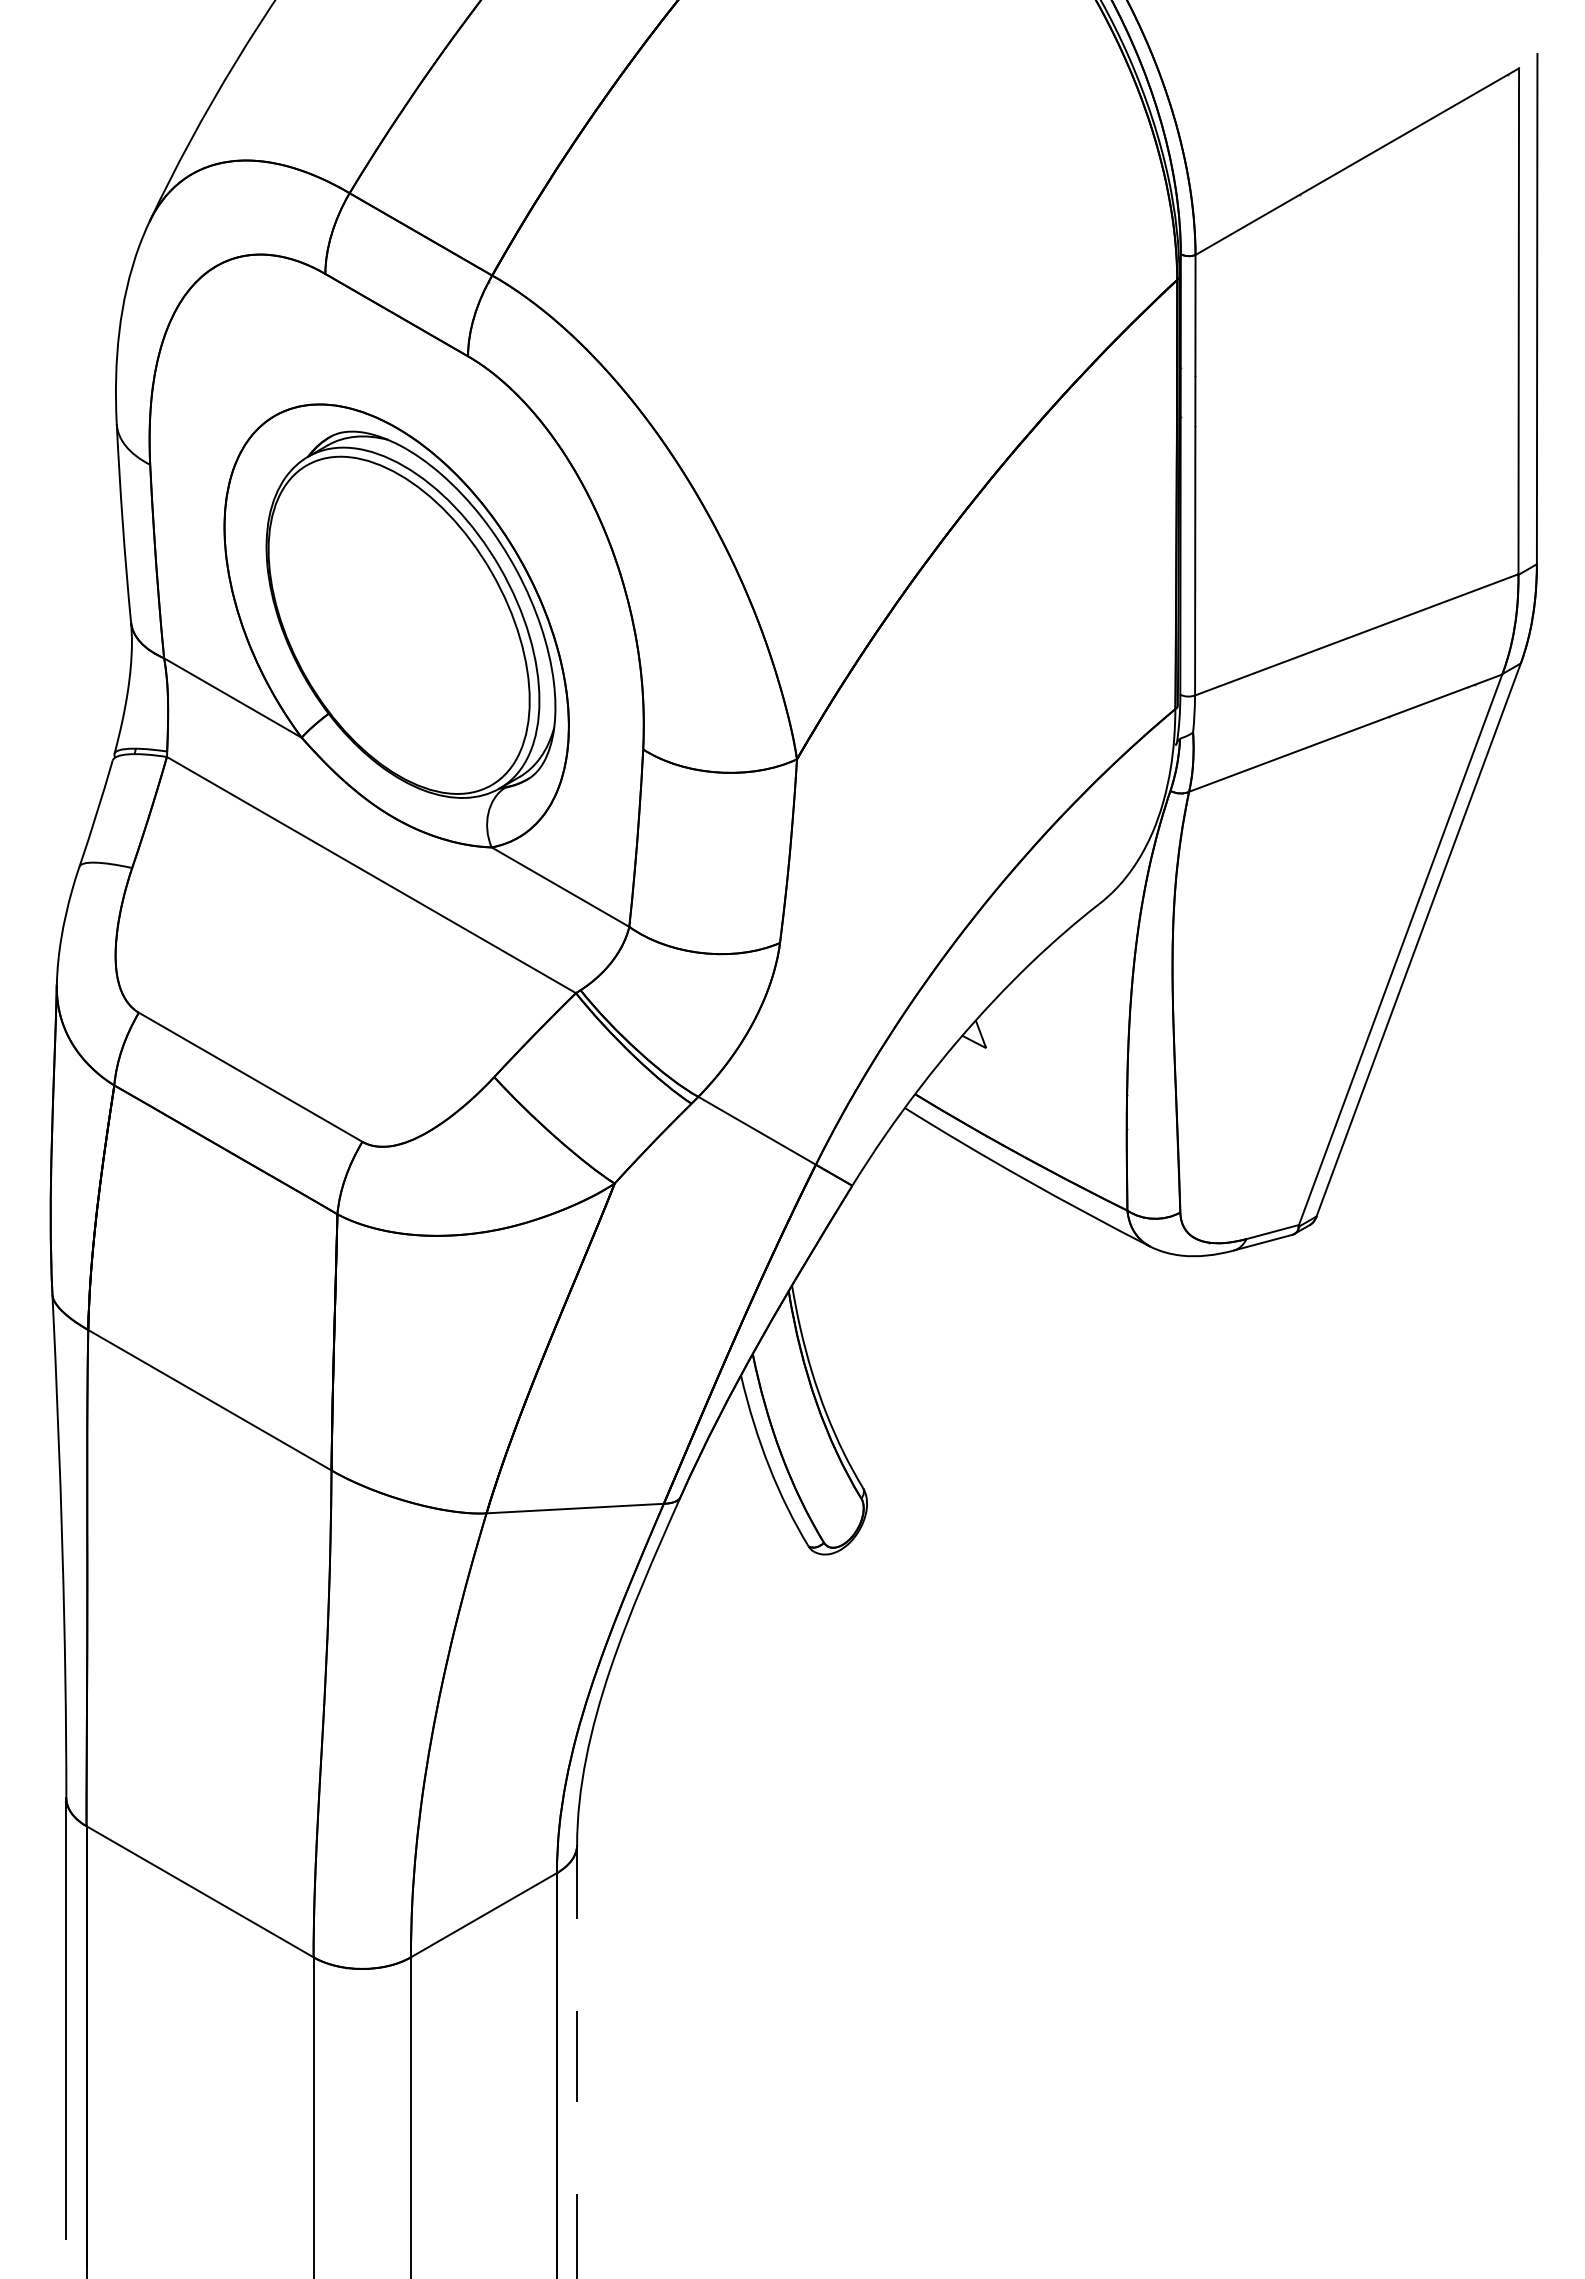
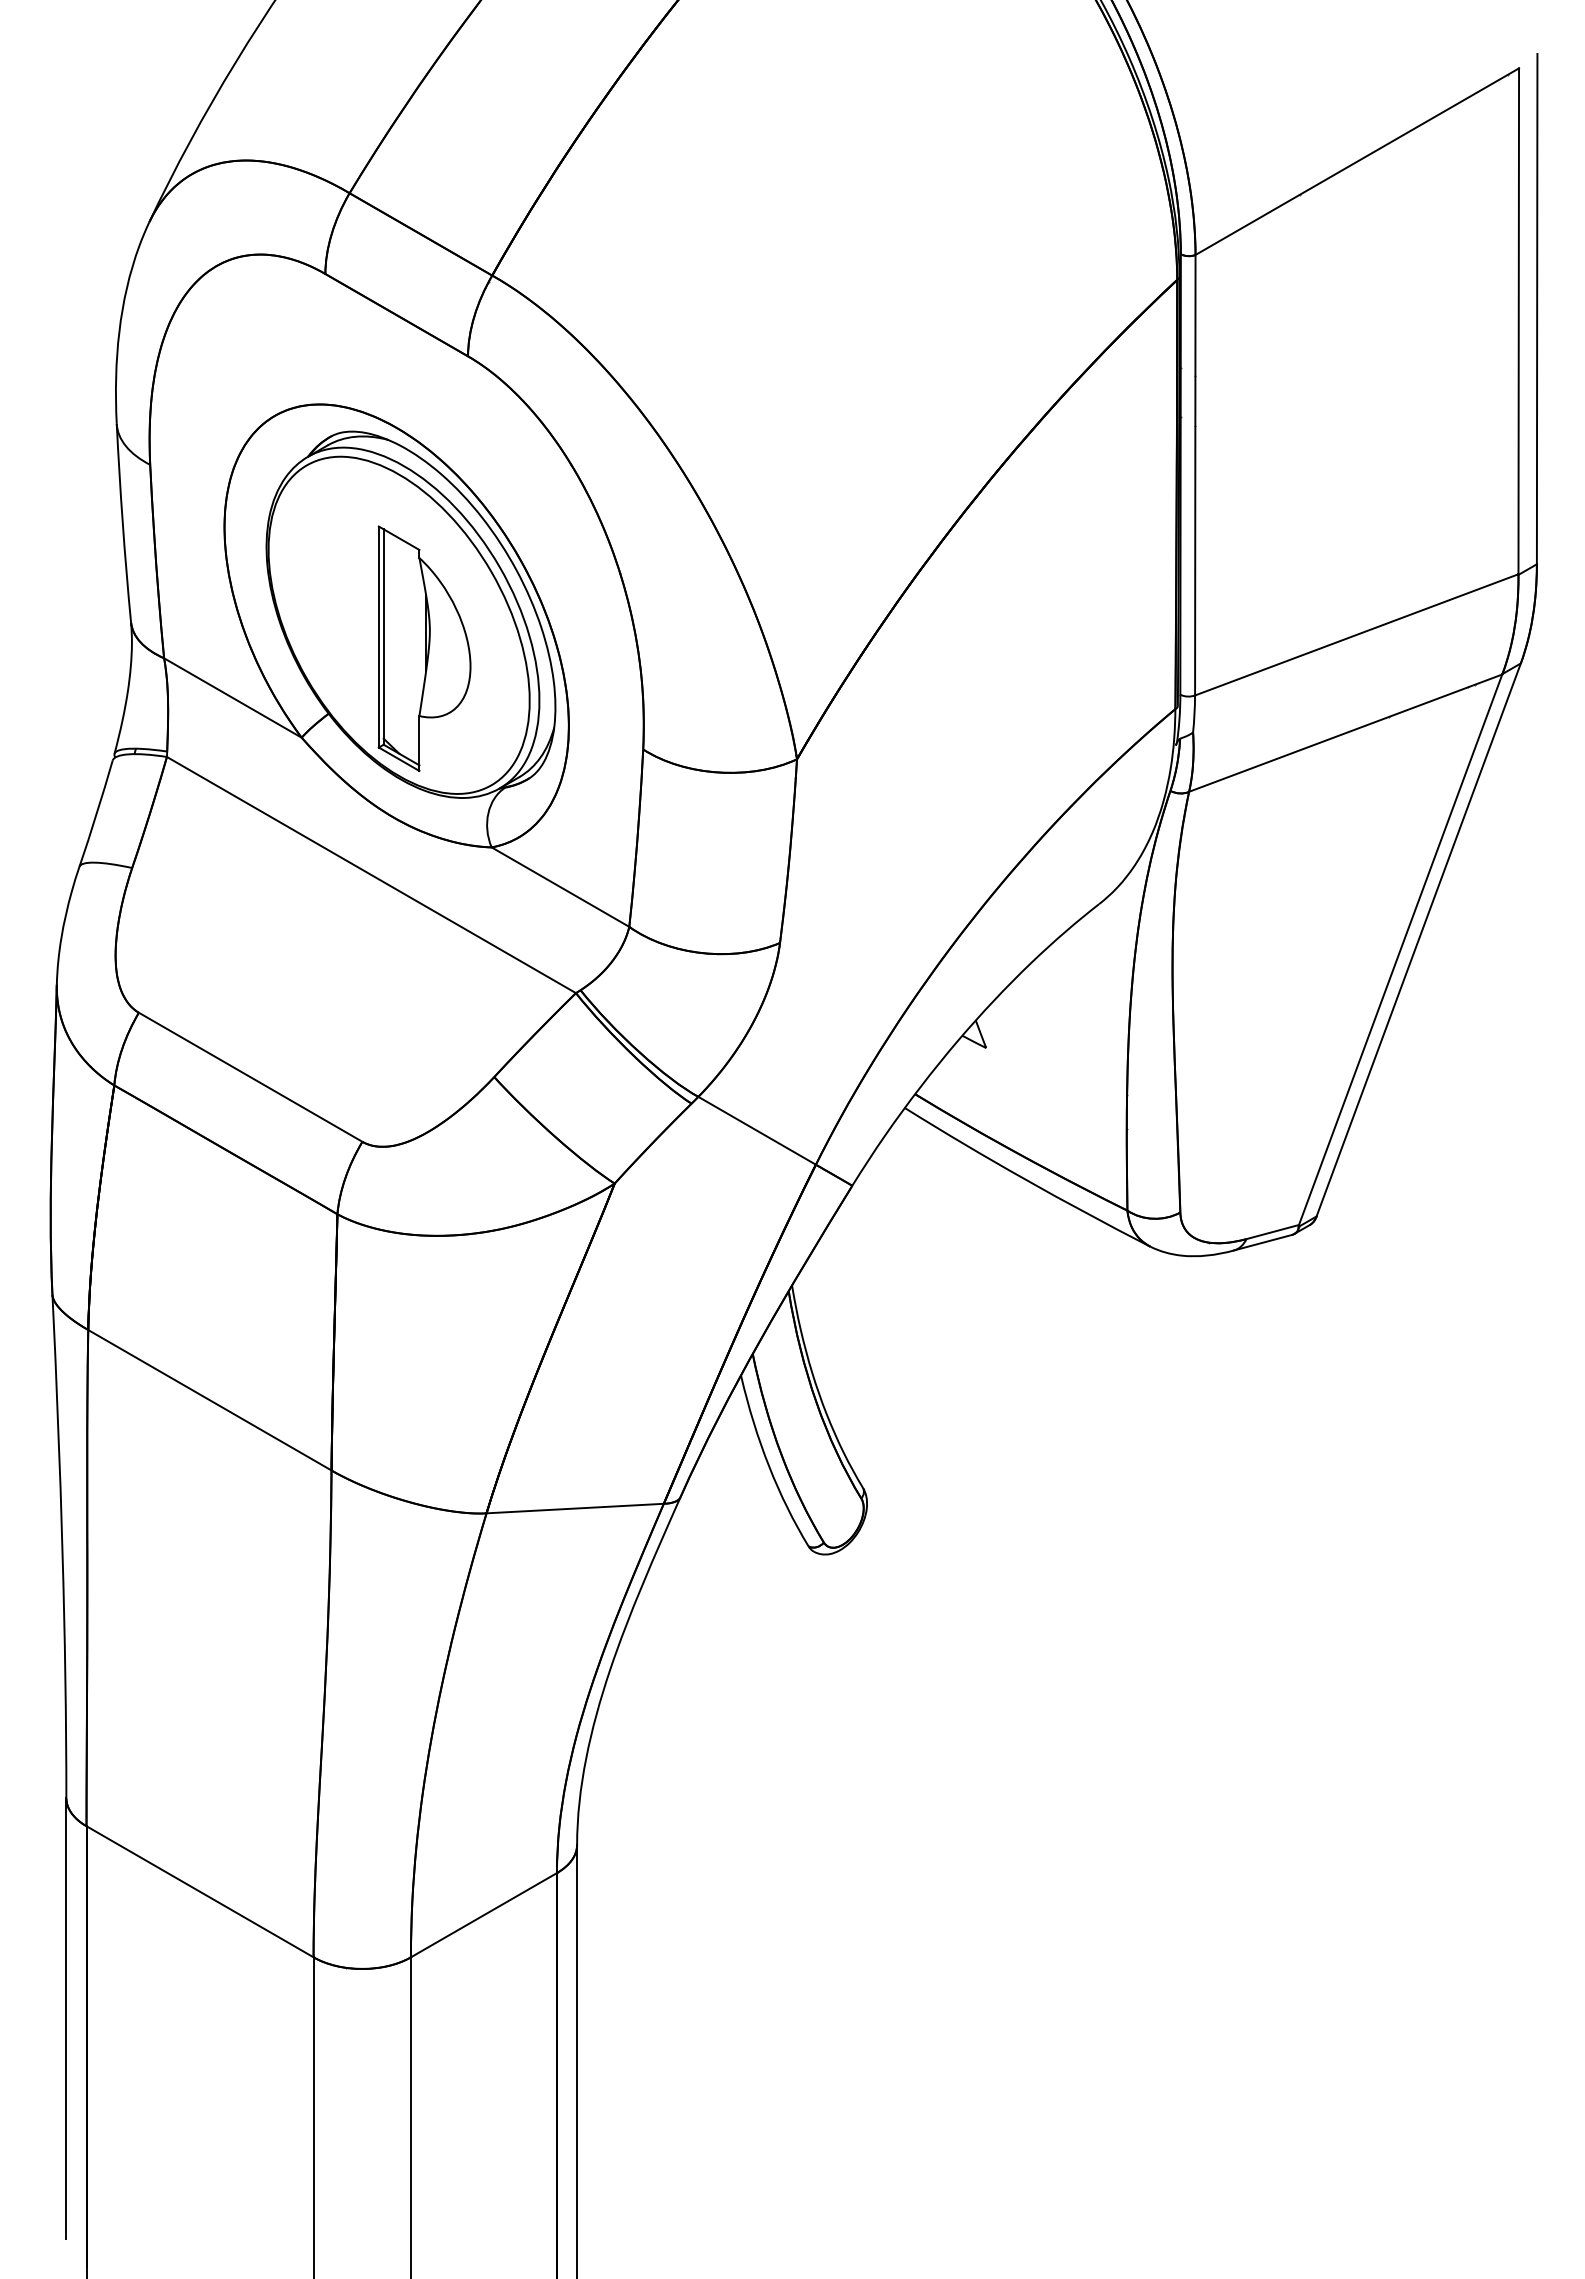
part at (424, 648): none -> present
line at (577, 2061): dashed -> solid
